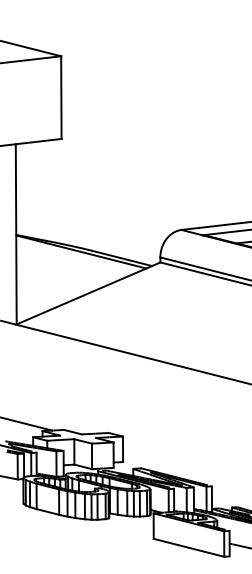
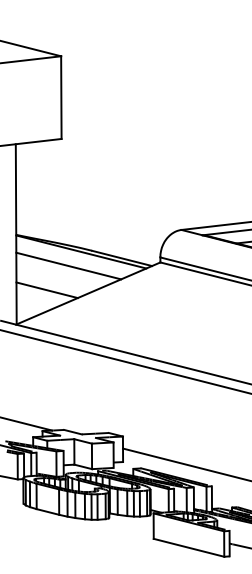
line at (68, 265): none -> present
line at (46, 290): none -> present
line at (125, 361): none -> present
line at (185, 464): none -> present
